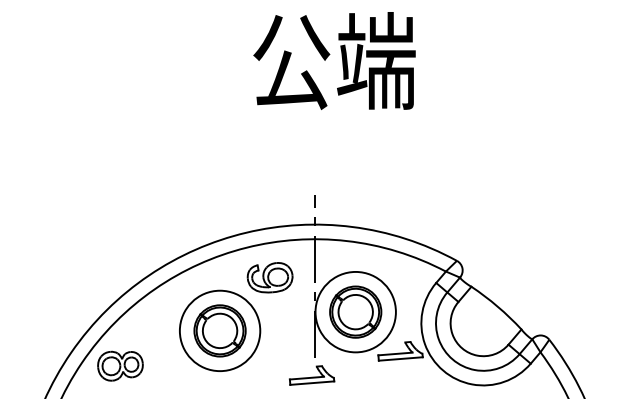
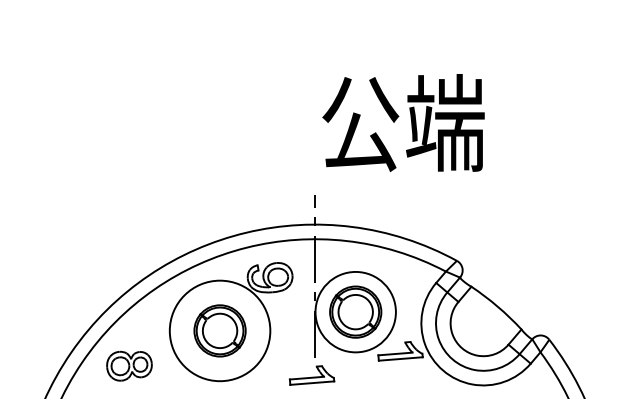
text at (334, 60) position: (334, 60) -> (403, 122)
circle at (219, 330) diameter: 80 px -> 101 px
part at (120, 365) position: (120, 365) -> (129, 365)
